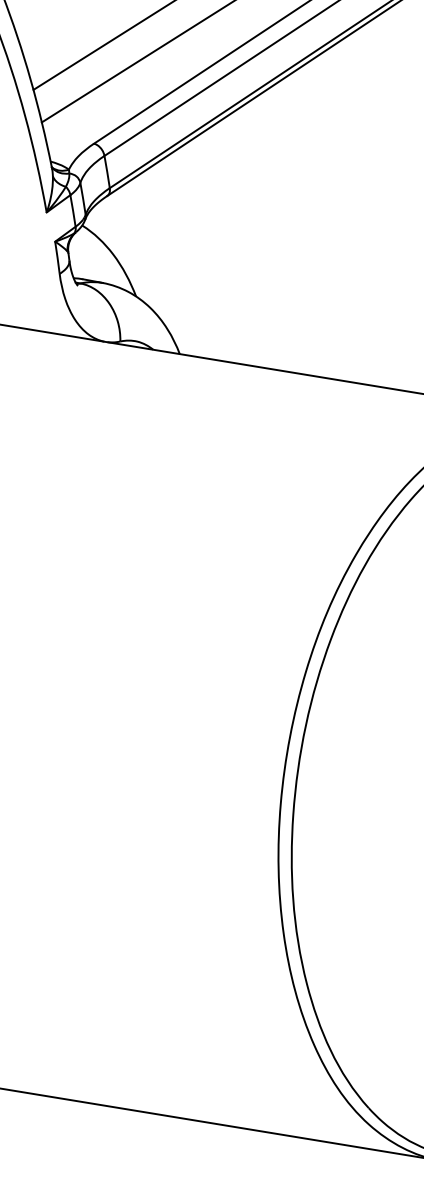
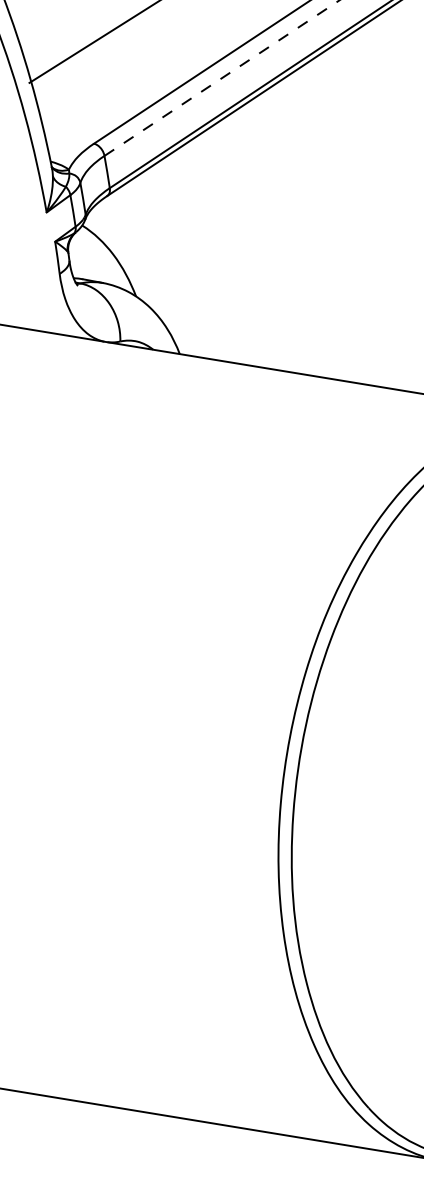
line at (102, 45) position: (102, 45) -> (93, 42)
line at (136, 62): present -> none
line at (221, 78): solid -> dashed
